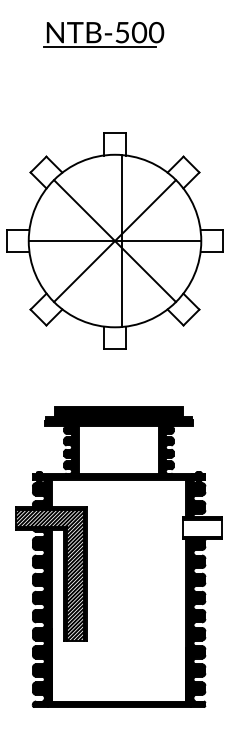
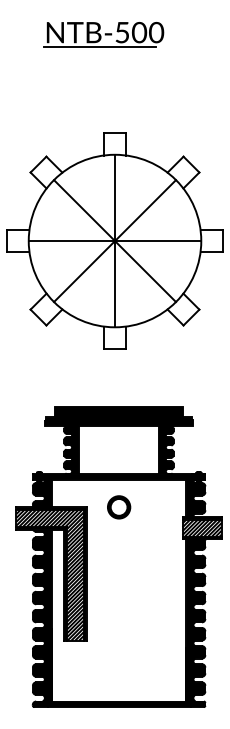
line at (122, 240) position: (122, 240) -> (115, 240)
part at (119, 507): none -> present
hatch at (201, 527): none -> present
